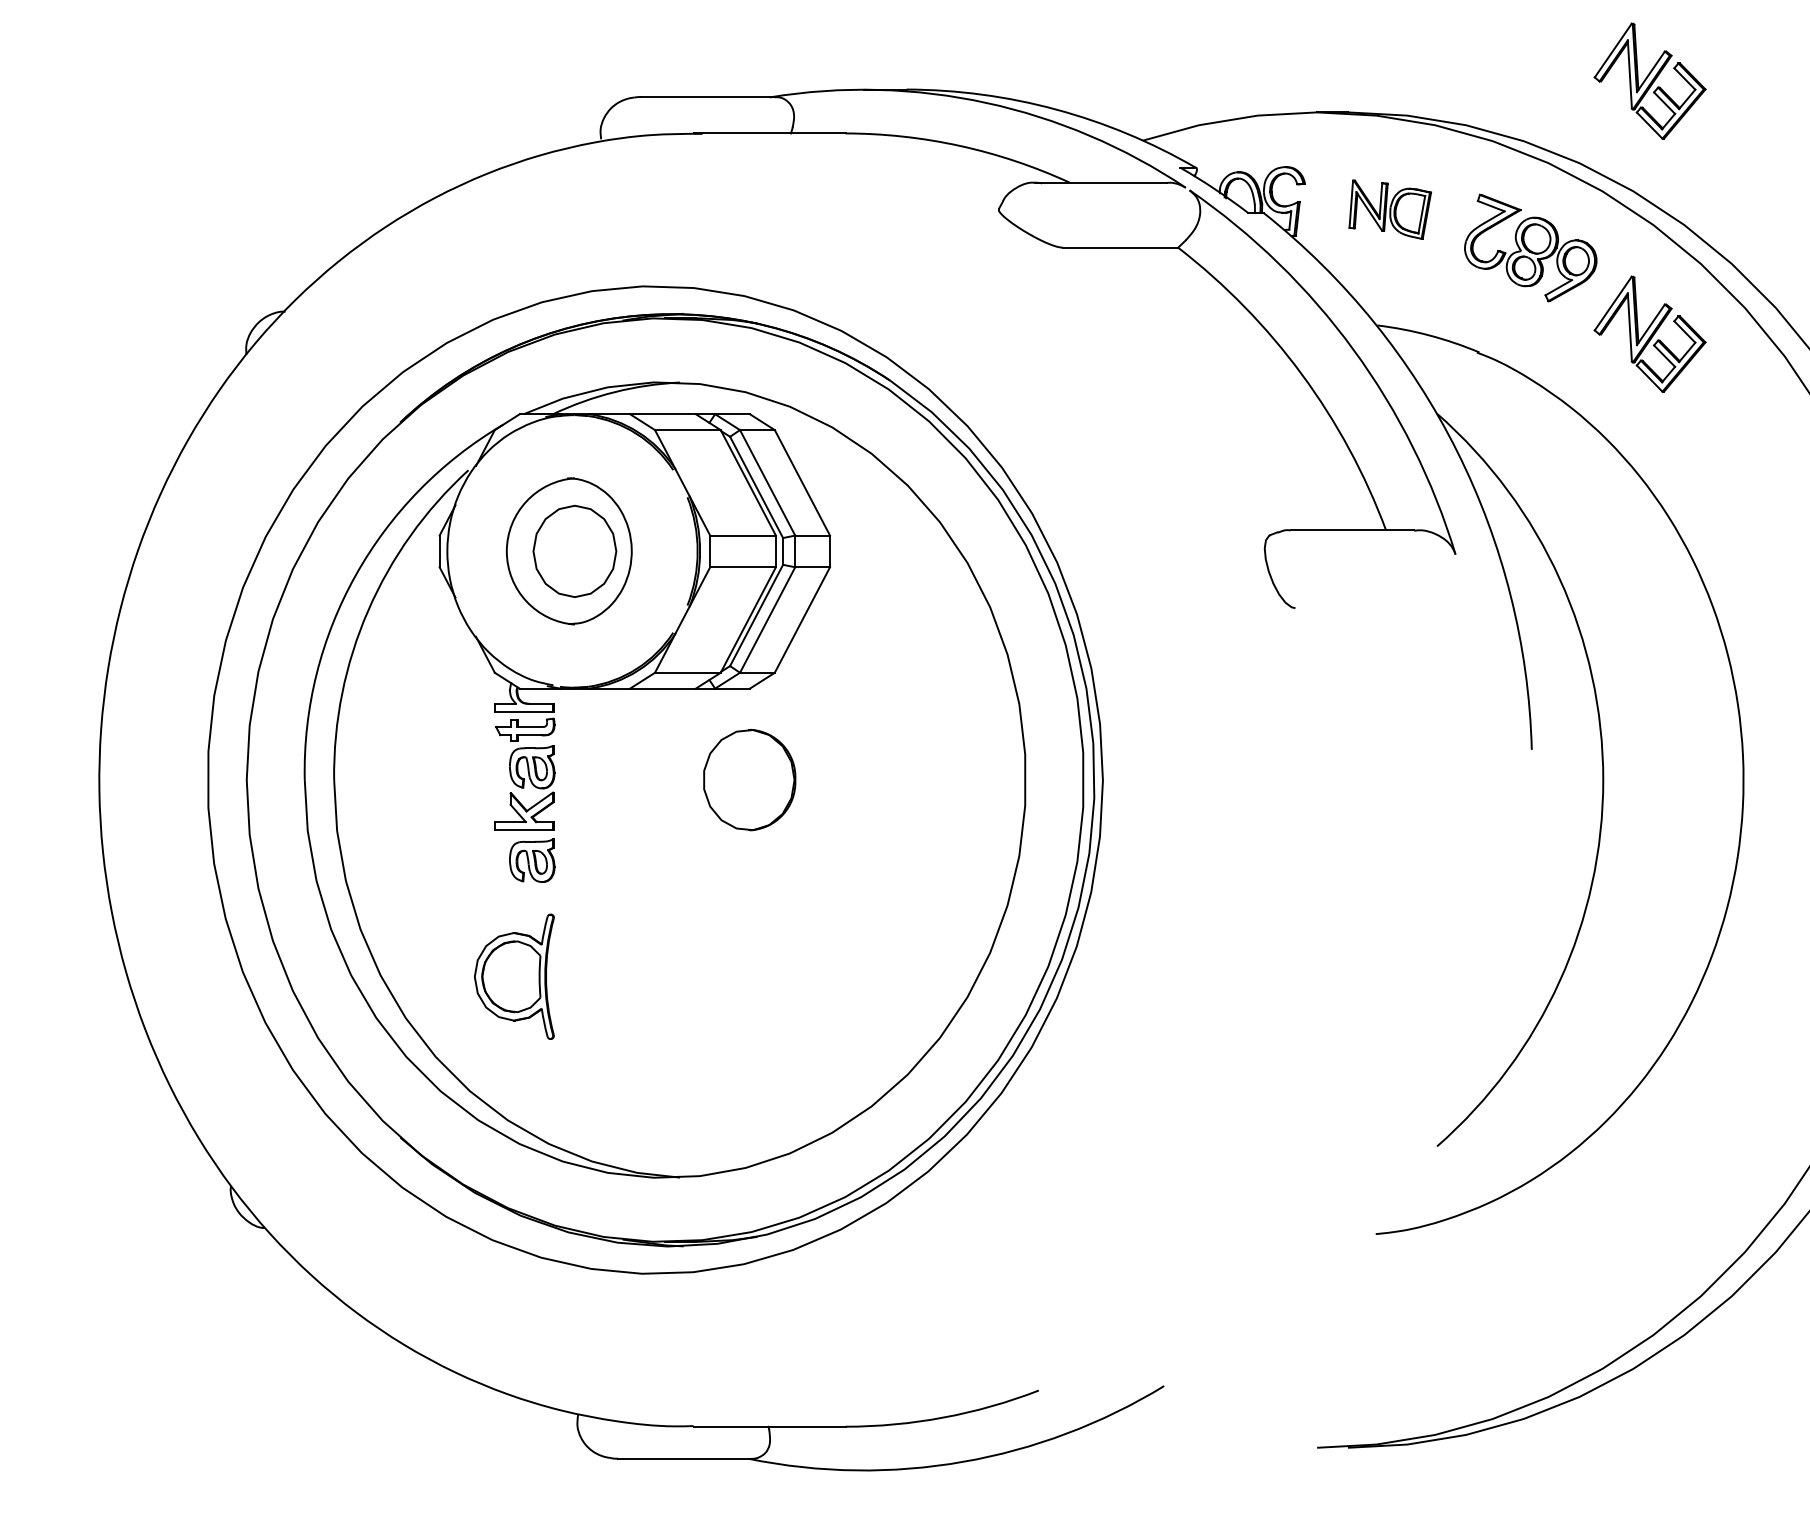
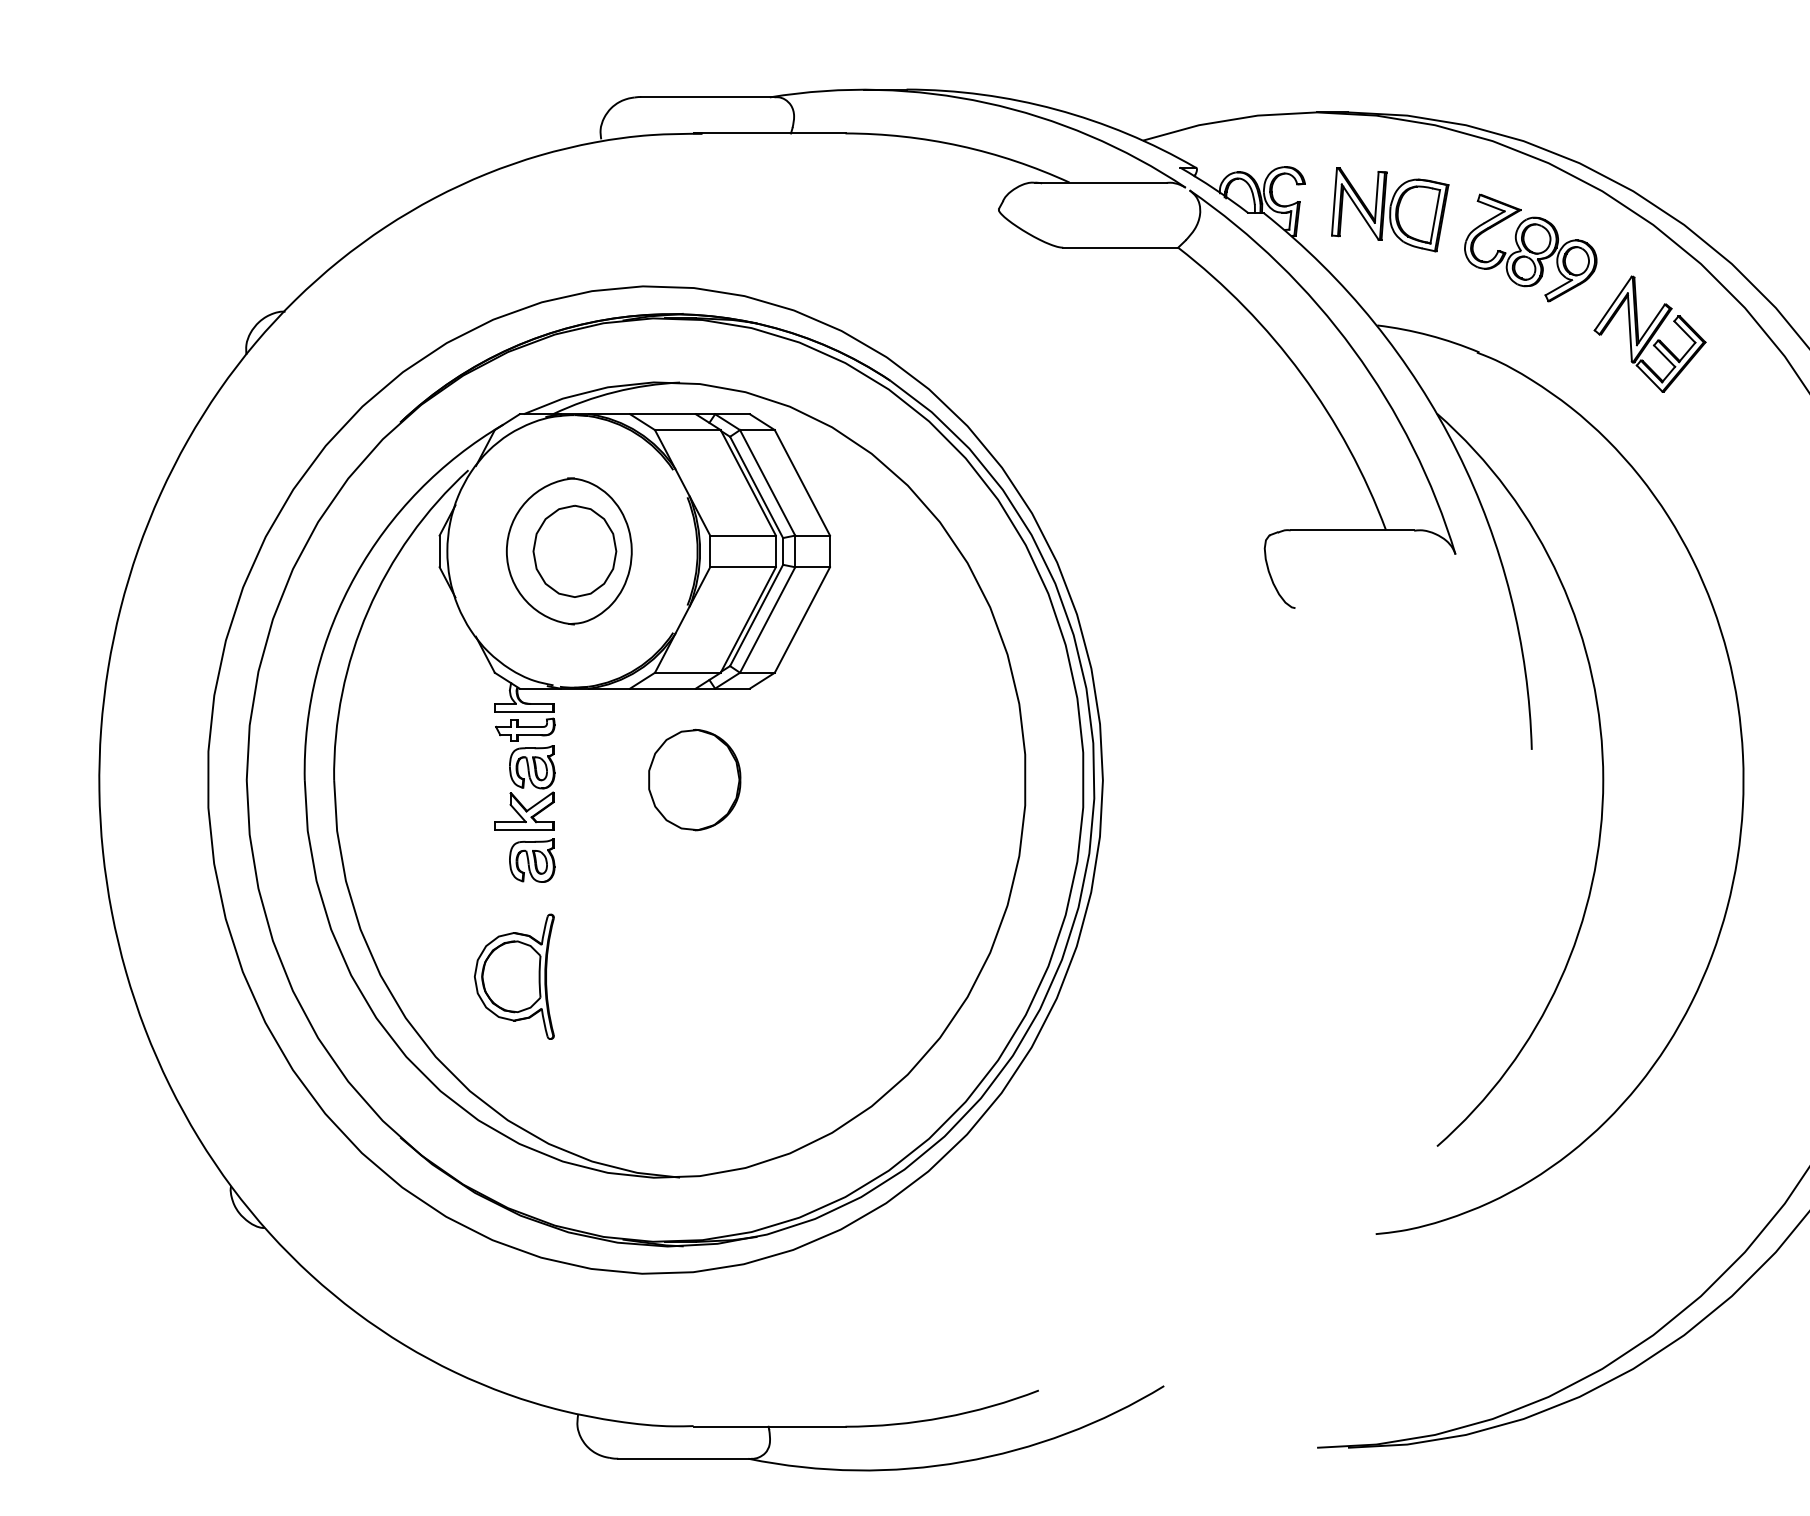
part at (1649, 80): present -> none
part at (1390, 209) size: 85x61 px -> 119x86 px
part at (749, 779) position: (749, 779) -> (694, 779)
